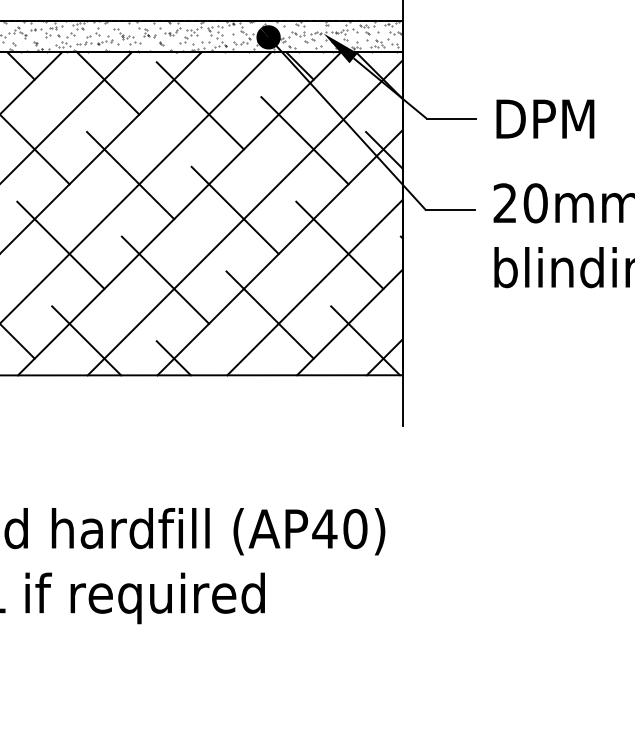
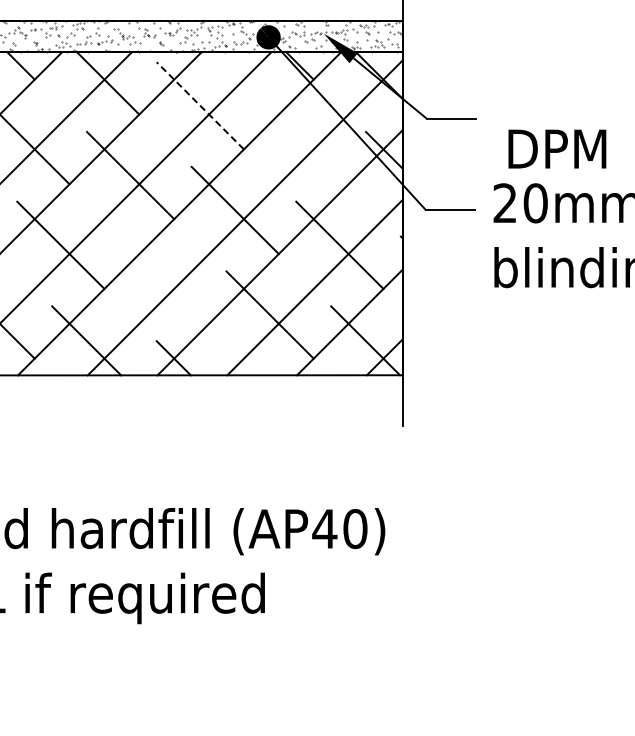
line at (200, 105): solid -> dashed
text at (545, 118) position: (545, 118) -> (557, 148)
line at (304, 140): present -> none
line at (165, 279): present -> none
